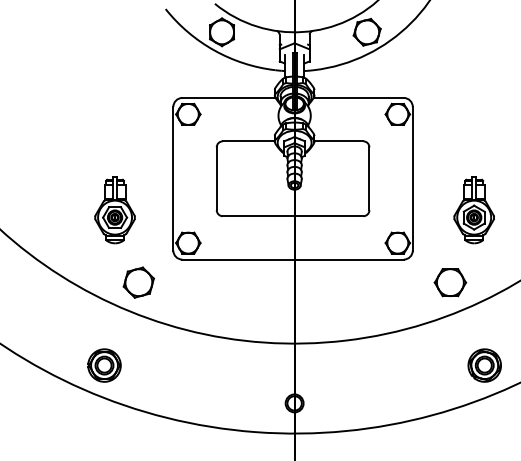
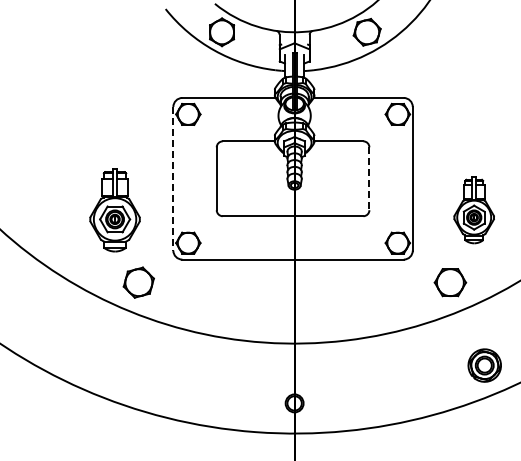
line at (173, 178): solid -> dashed
line at (369, 179): solid -> dashed
part at (114, 210) size: 42x69 px -> 52x85 px
part at (104, 365): present -> none
